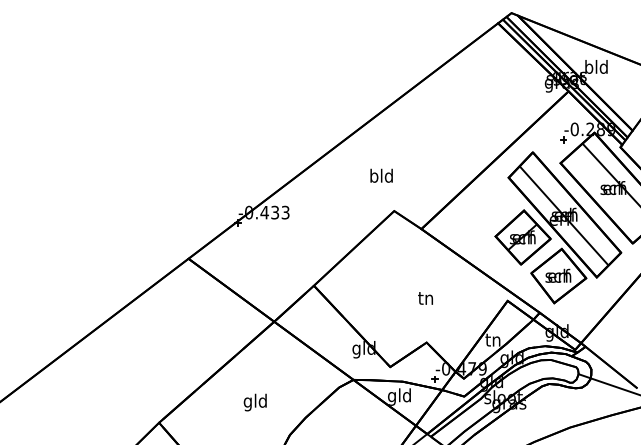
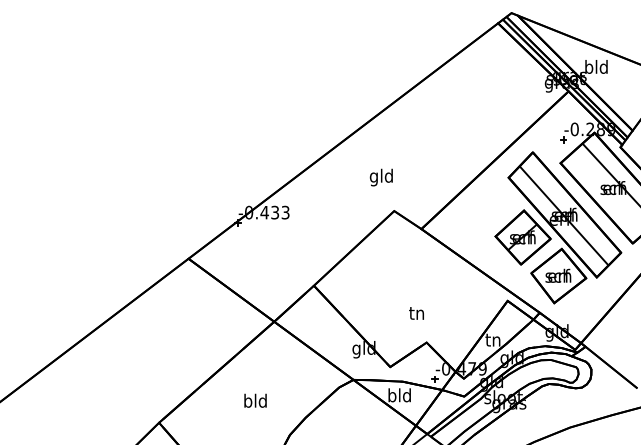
text at (373, 177): bld -> gld
text at (425, 298) position: (425, 298) -> (416, 313)
line at (607, 384): present -> none
text at (392, 396): gld -> bld
text at (247, 402): gld -> bld
